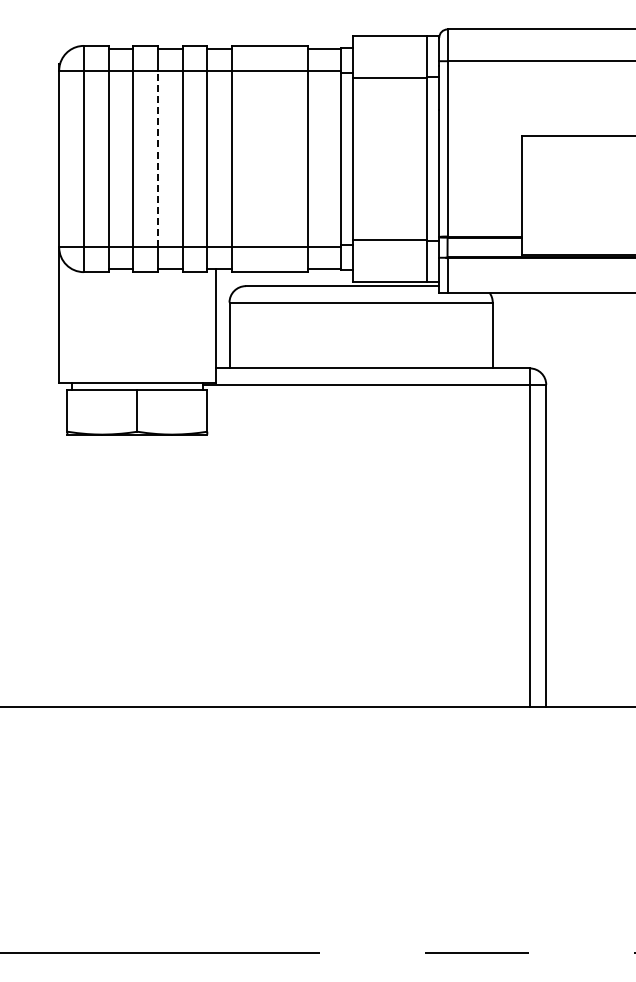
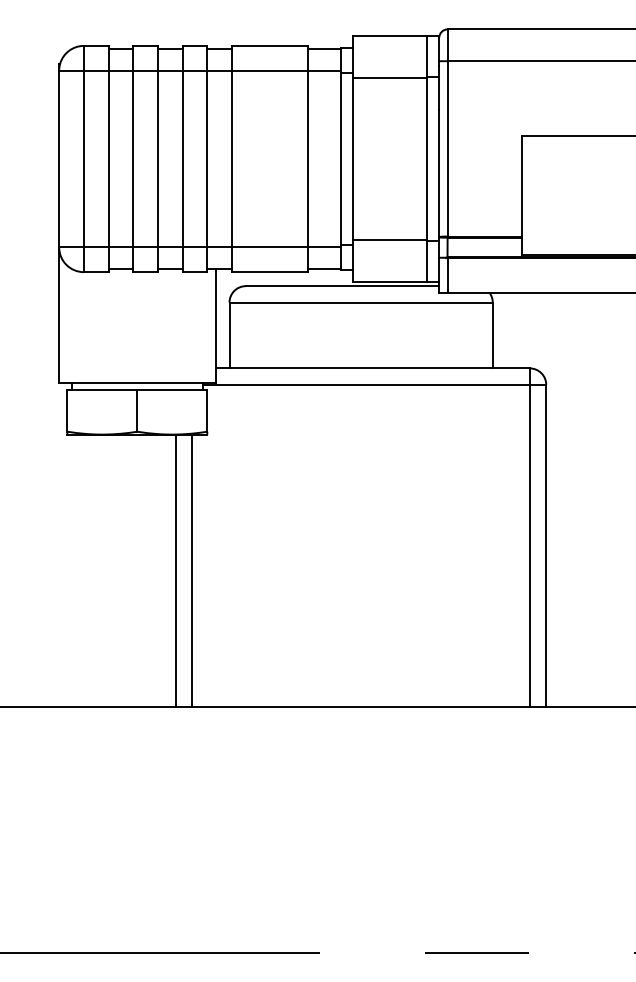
line at (157, 158): dashed -> solid
line at (176, 570): none -> present
line at (192, 570): none -> present
